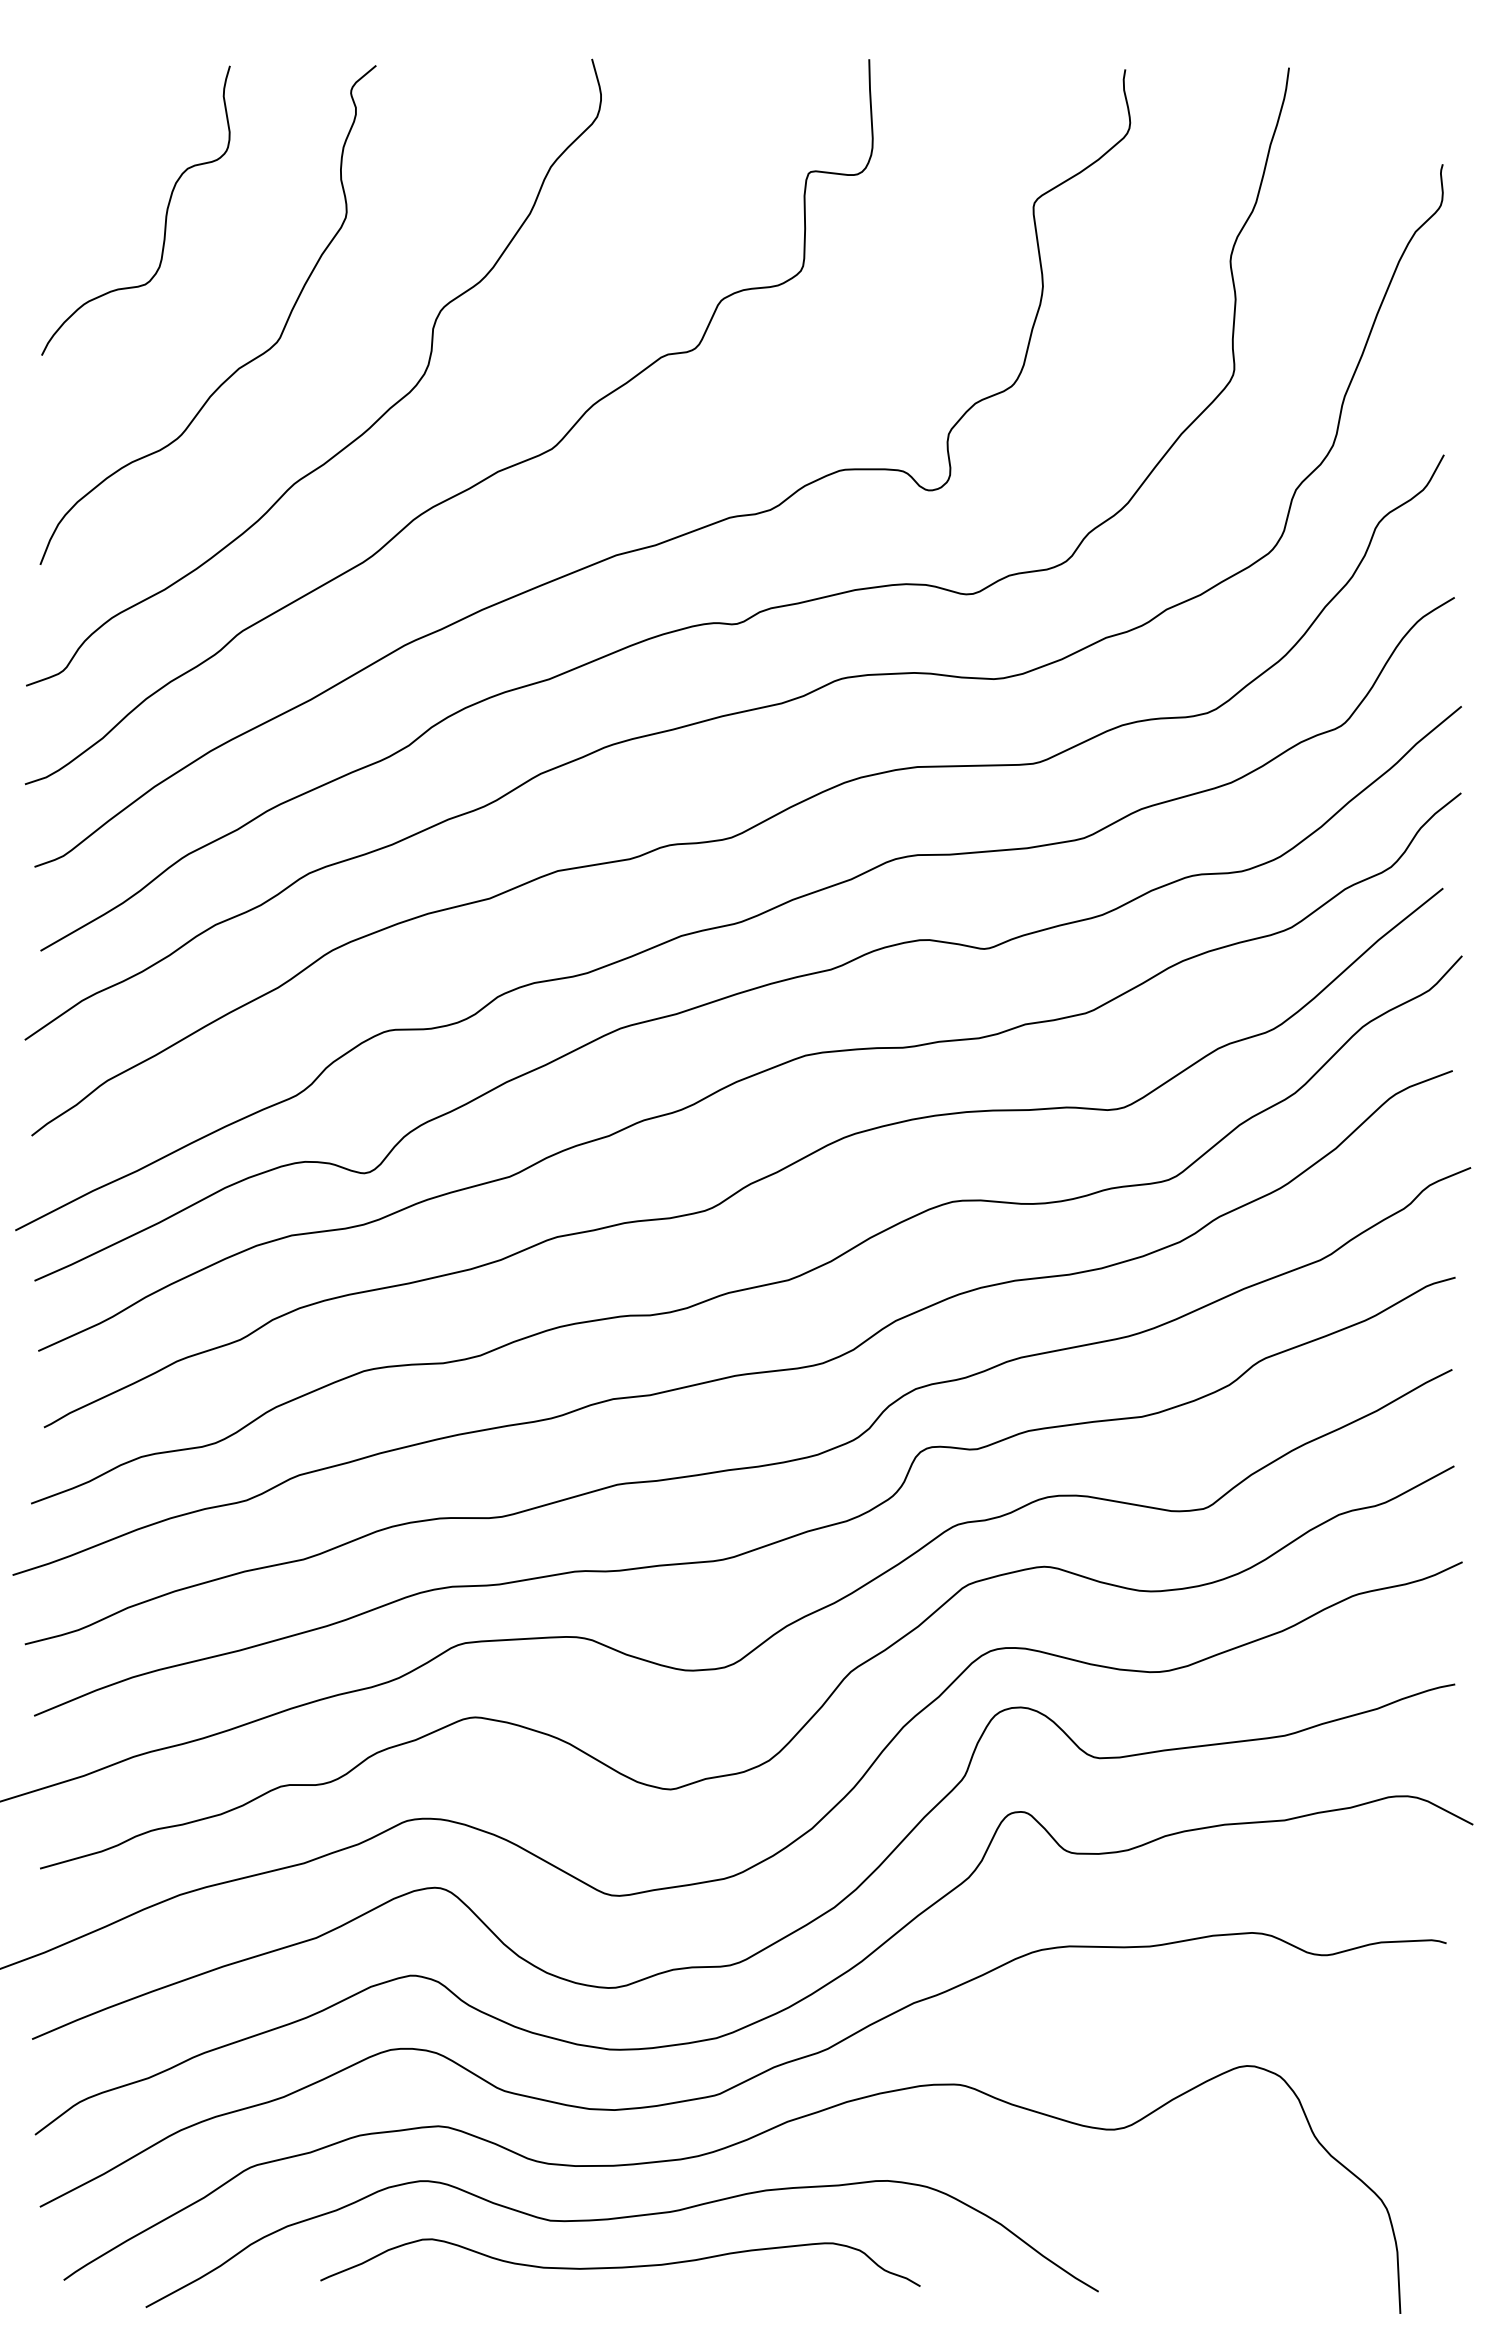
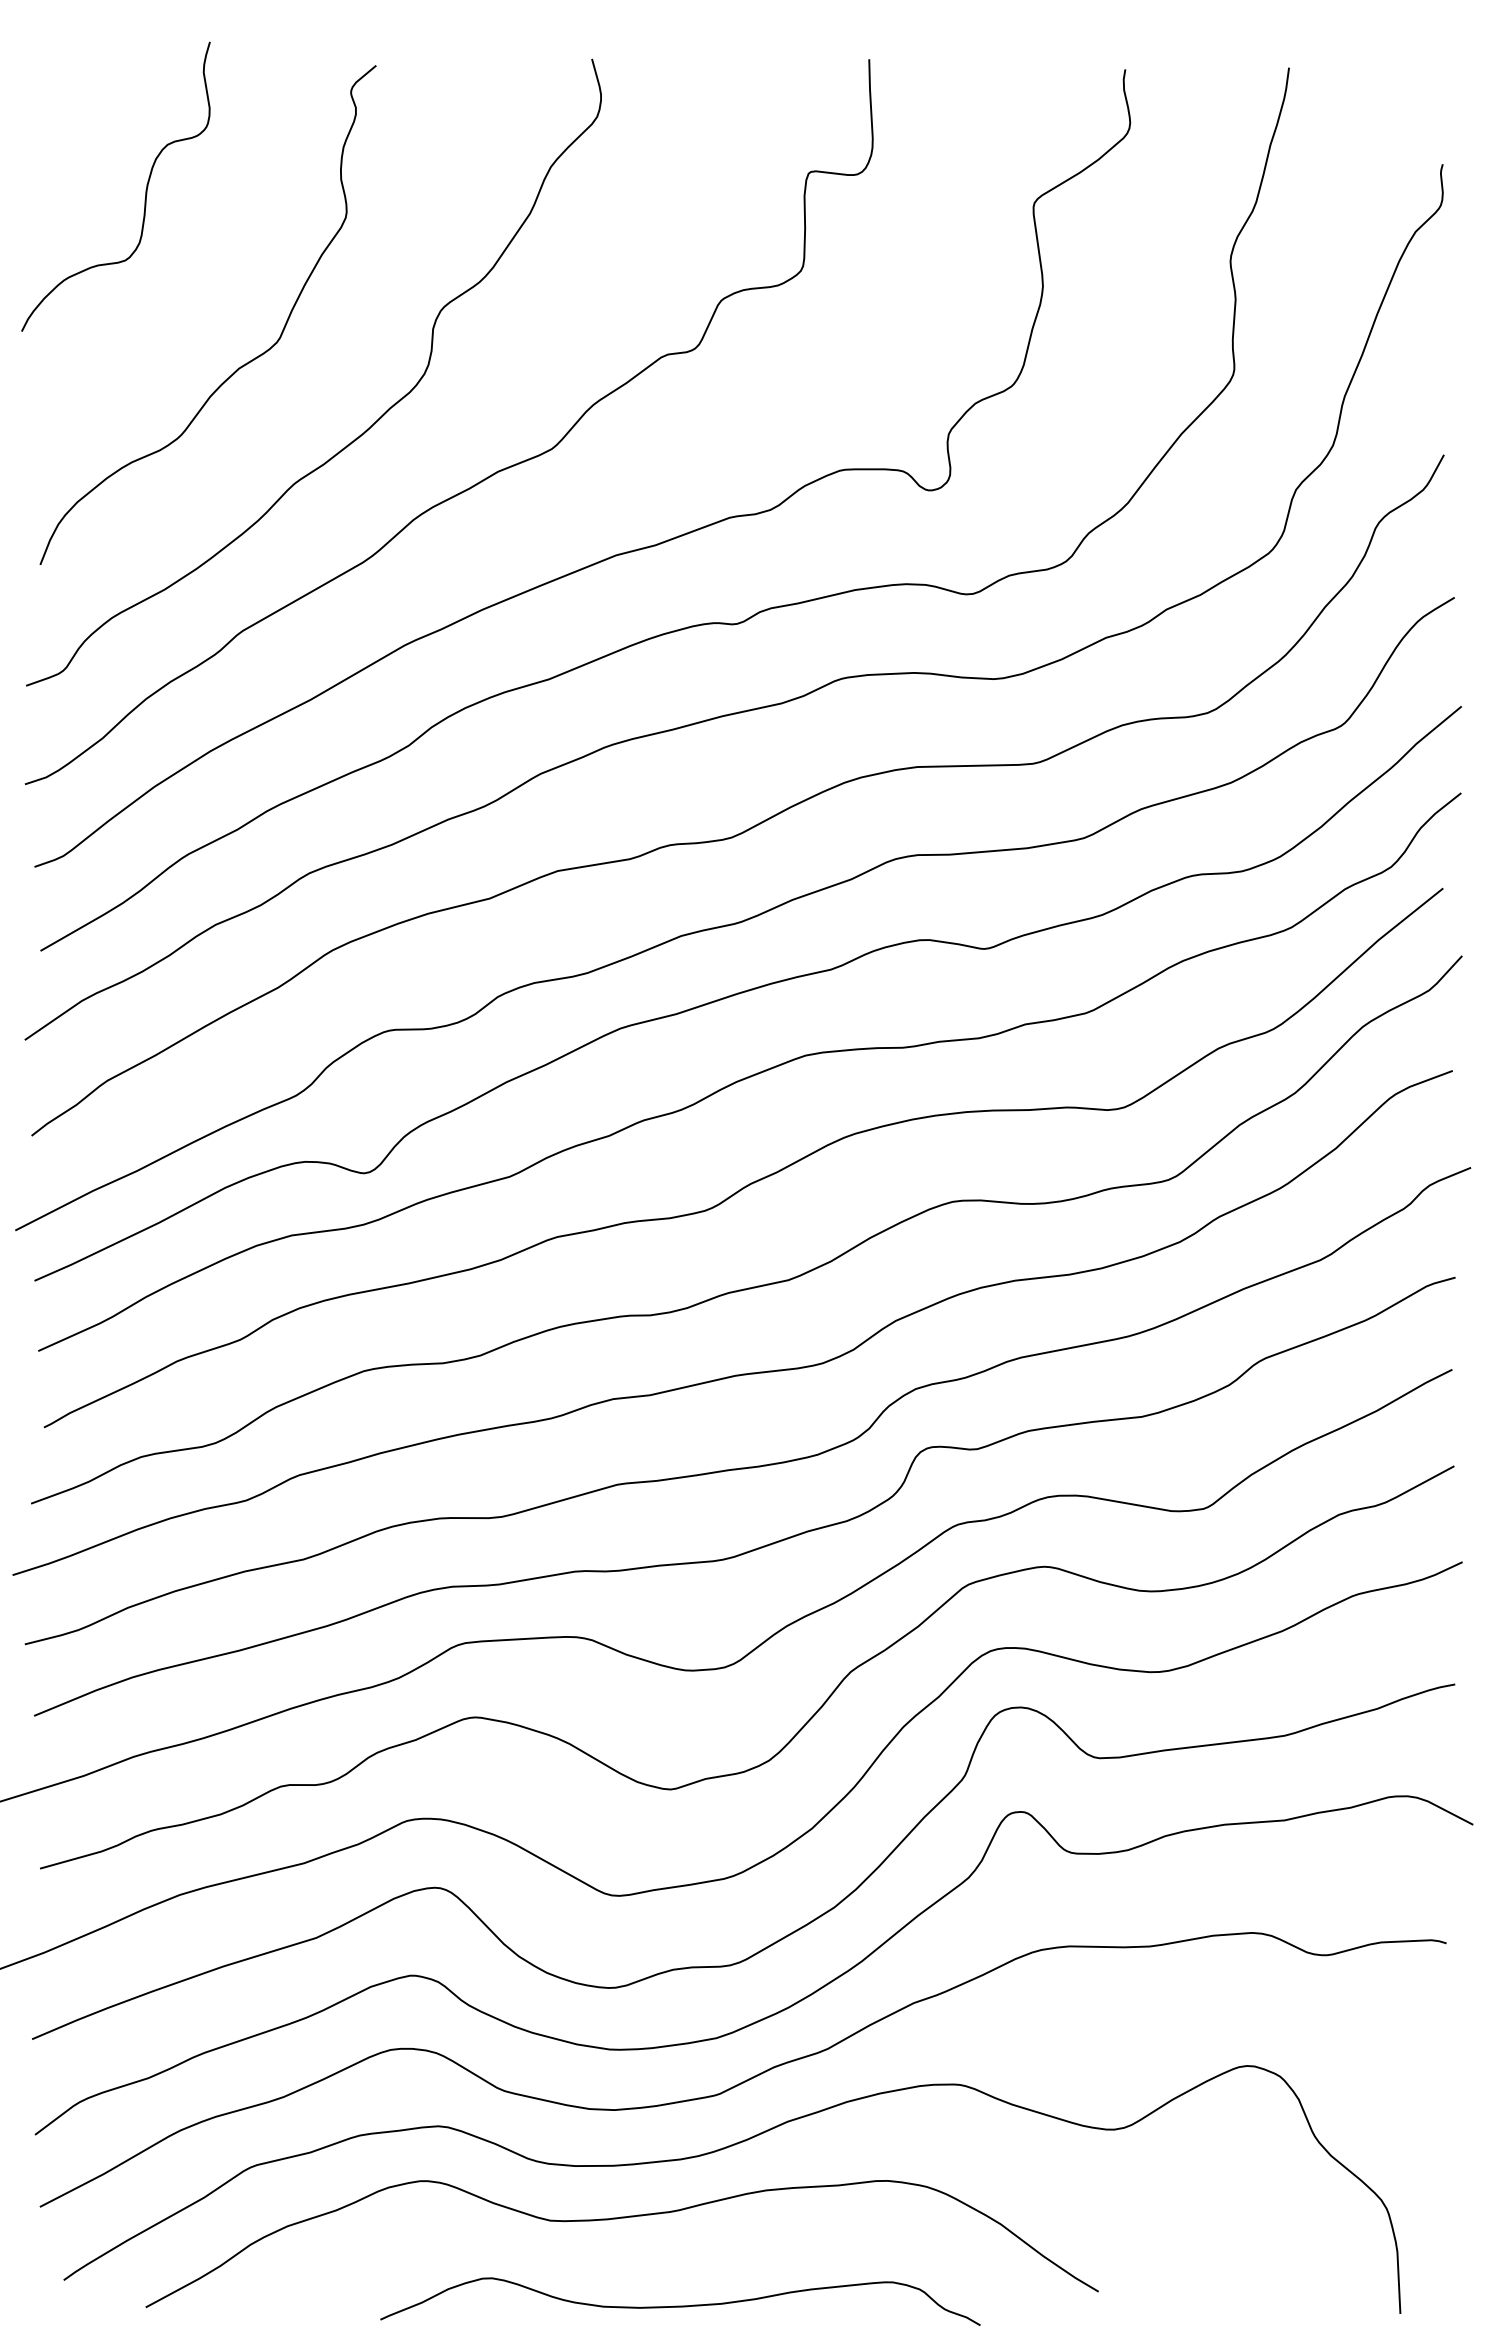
curve at (165, 214) position: (165, 214) -> (145, 190)
curve at (620, 2266) position: (620, 2266) -> (680, 2305)
